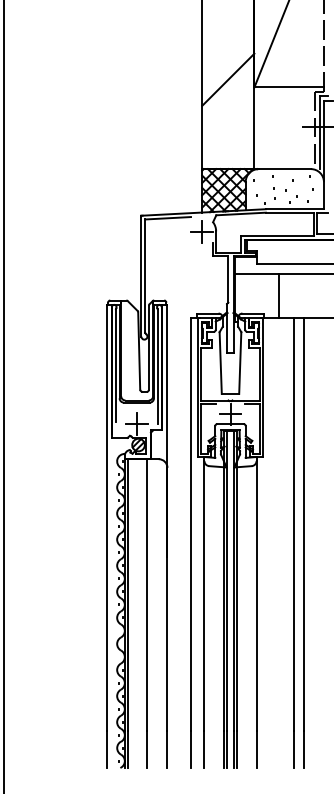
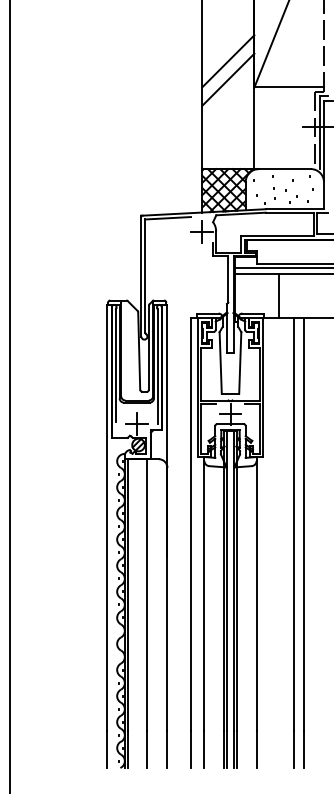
line at (228, 61): none -> present
line at (282, 268): none -> present
line at (4, 396) position: (4, 396) -> (10, 396)
